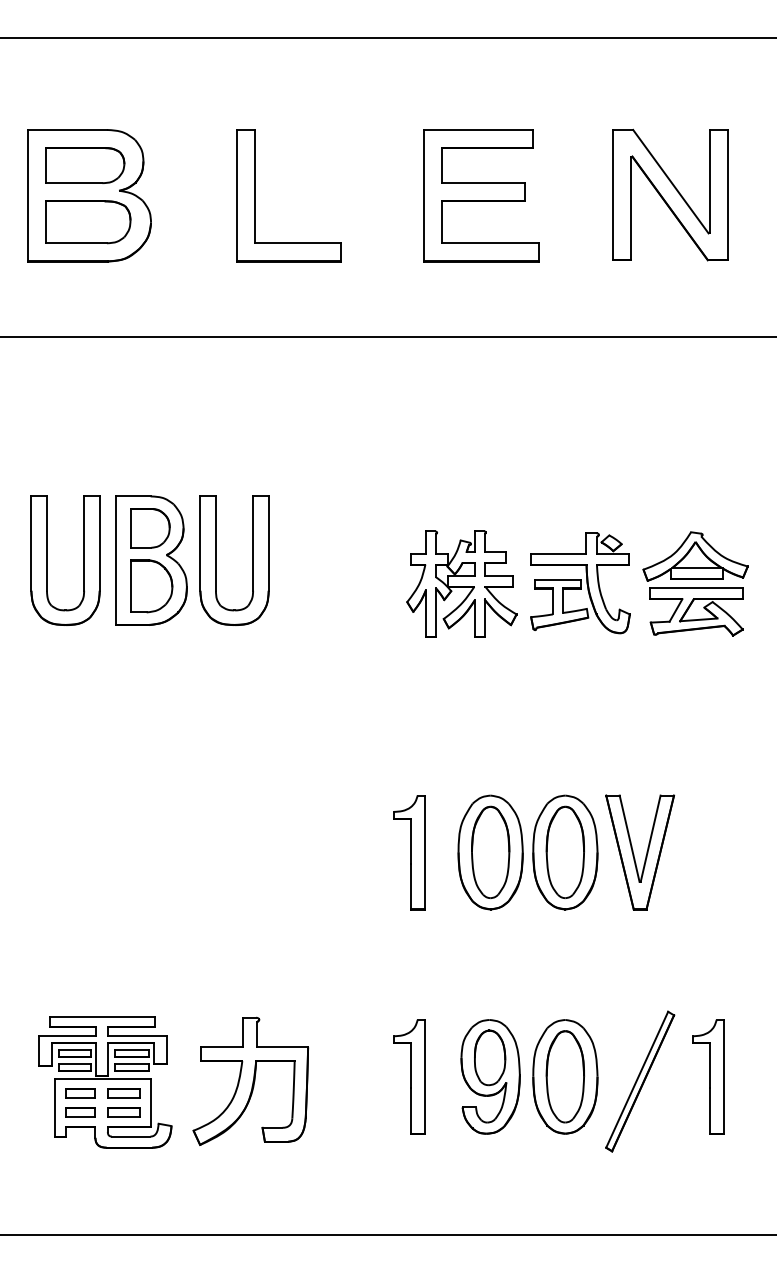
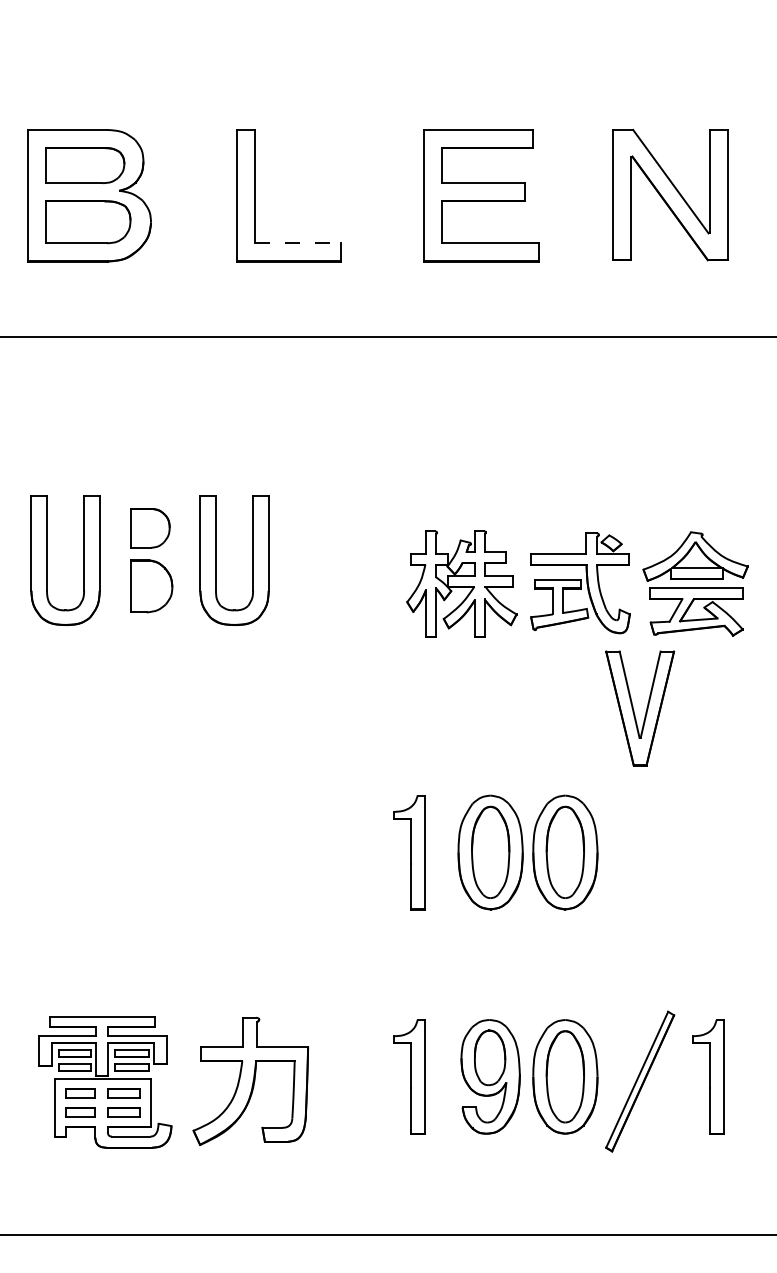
line at (387, 38): present -> none
line at (298, 243): solid -> dashed
part at (151, 560): present -> none
part at (640, 852) position: (640, 852) -> (640, 708)
